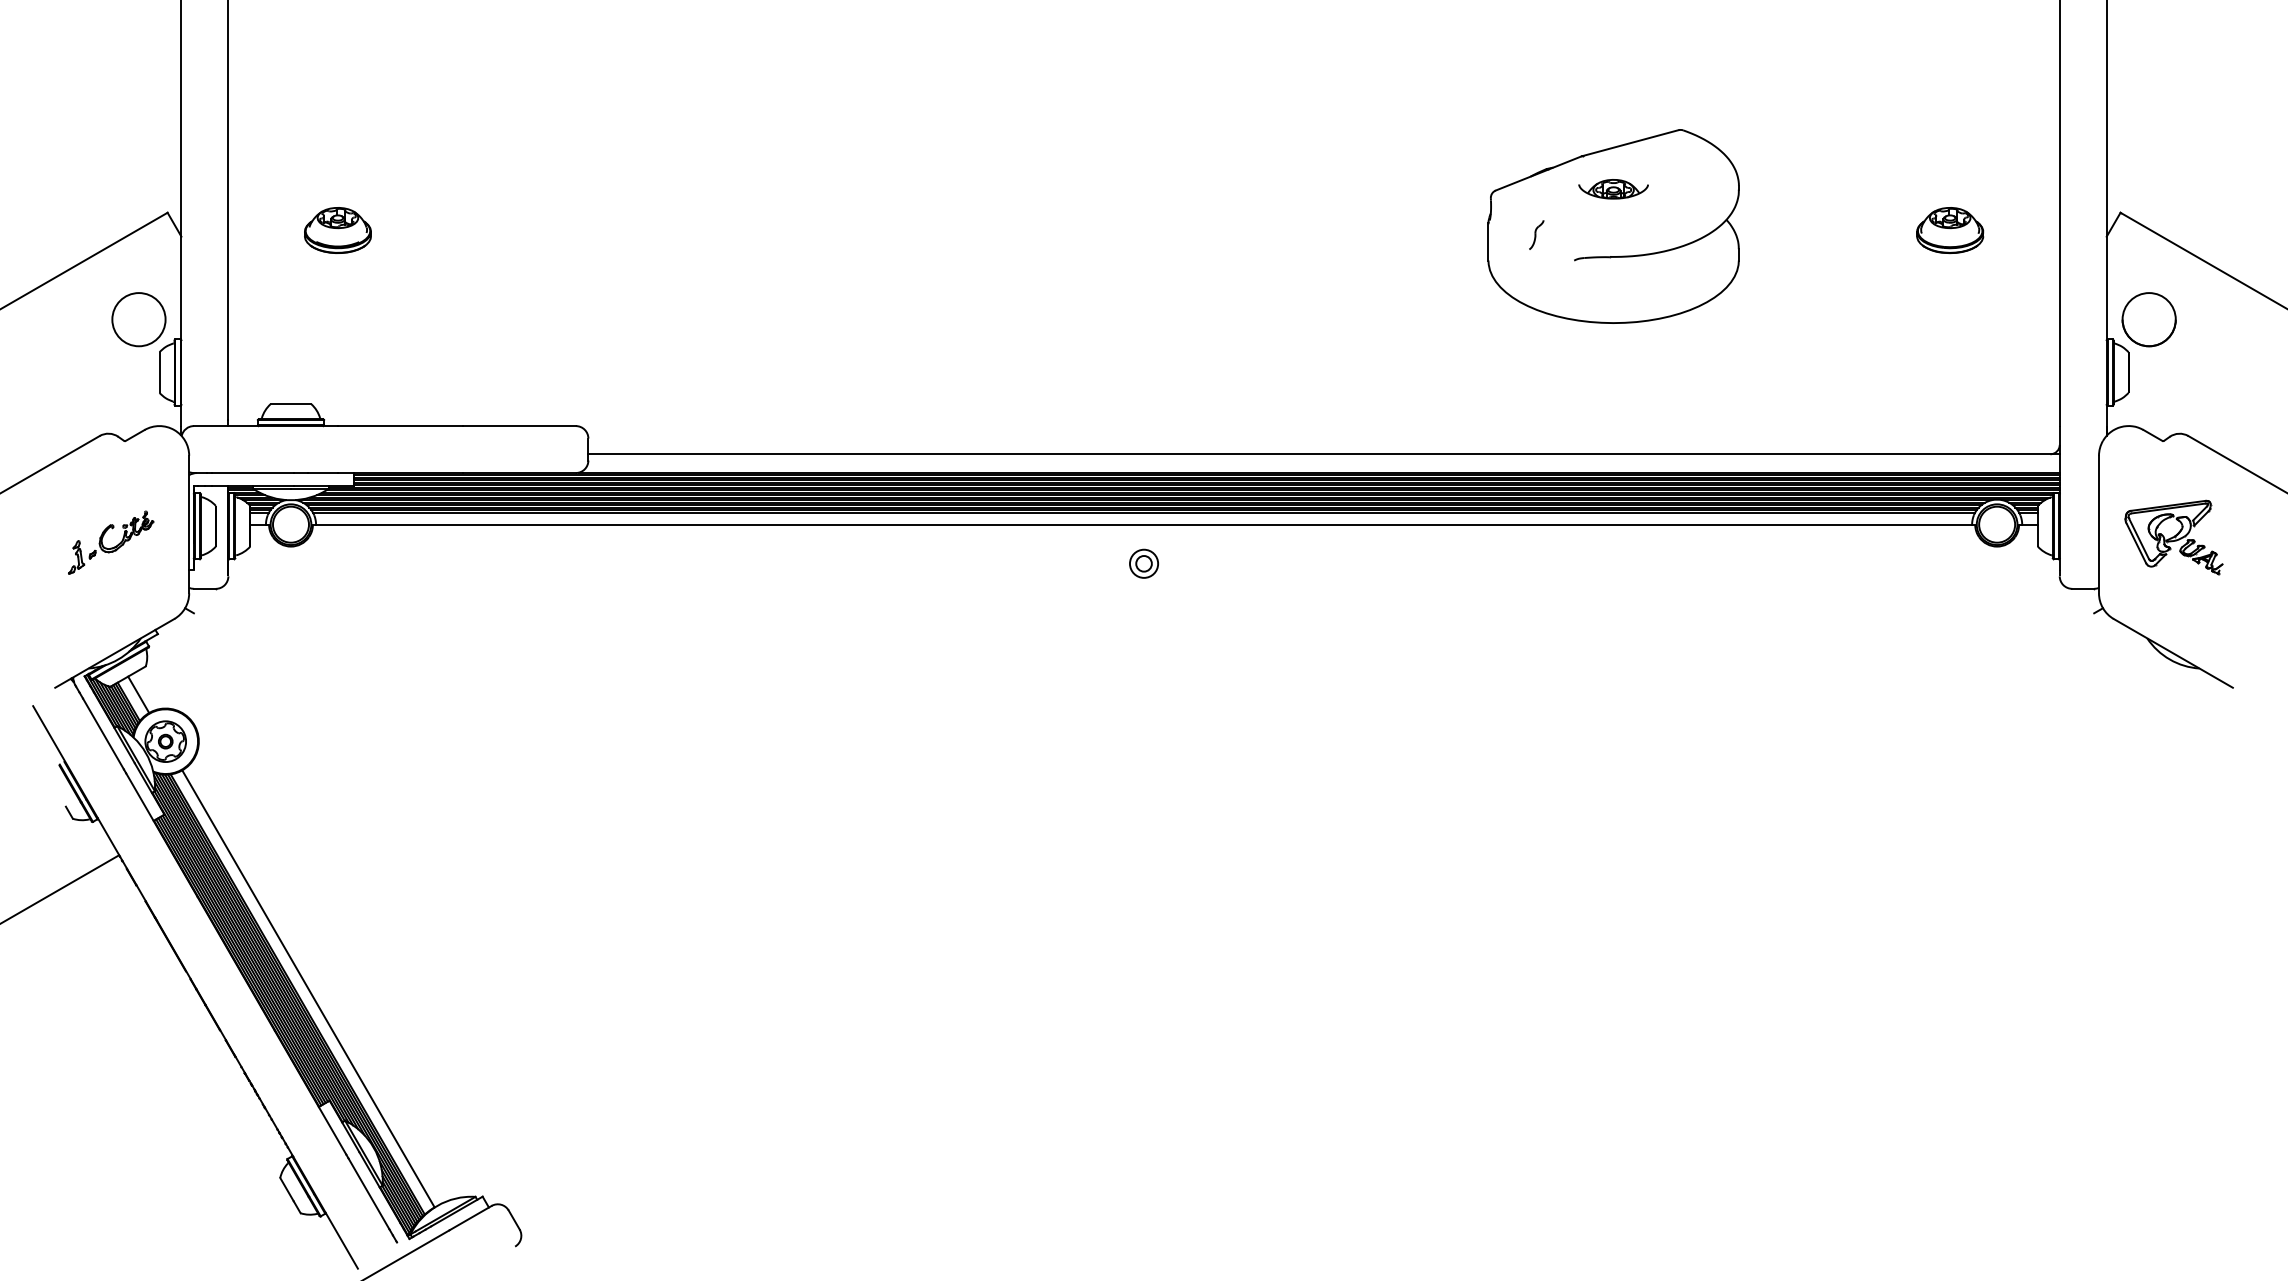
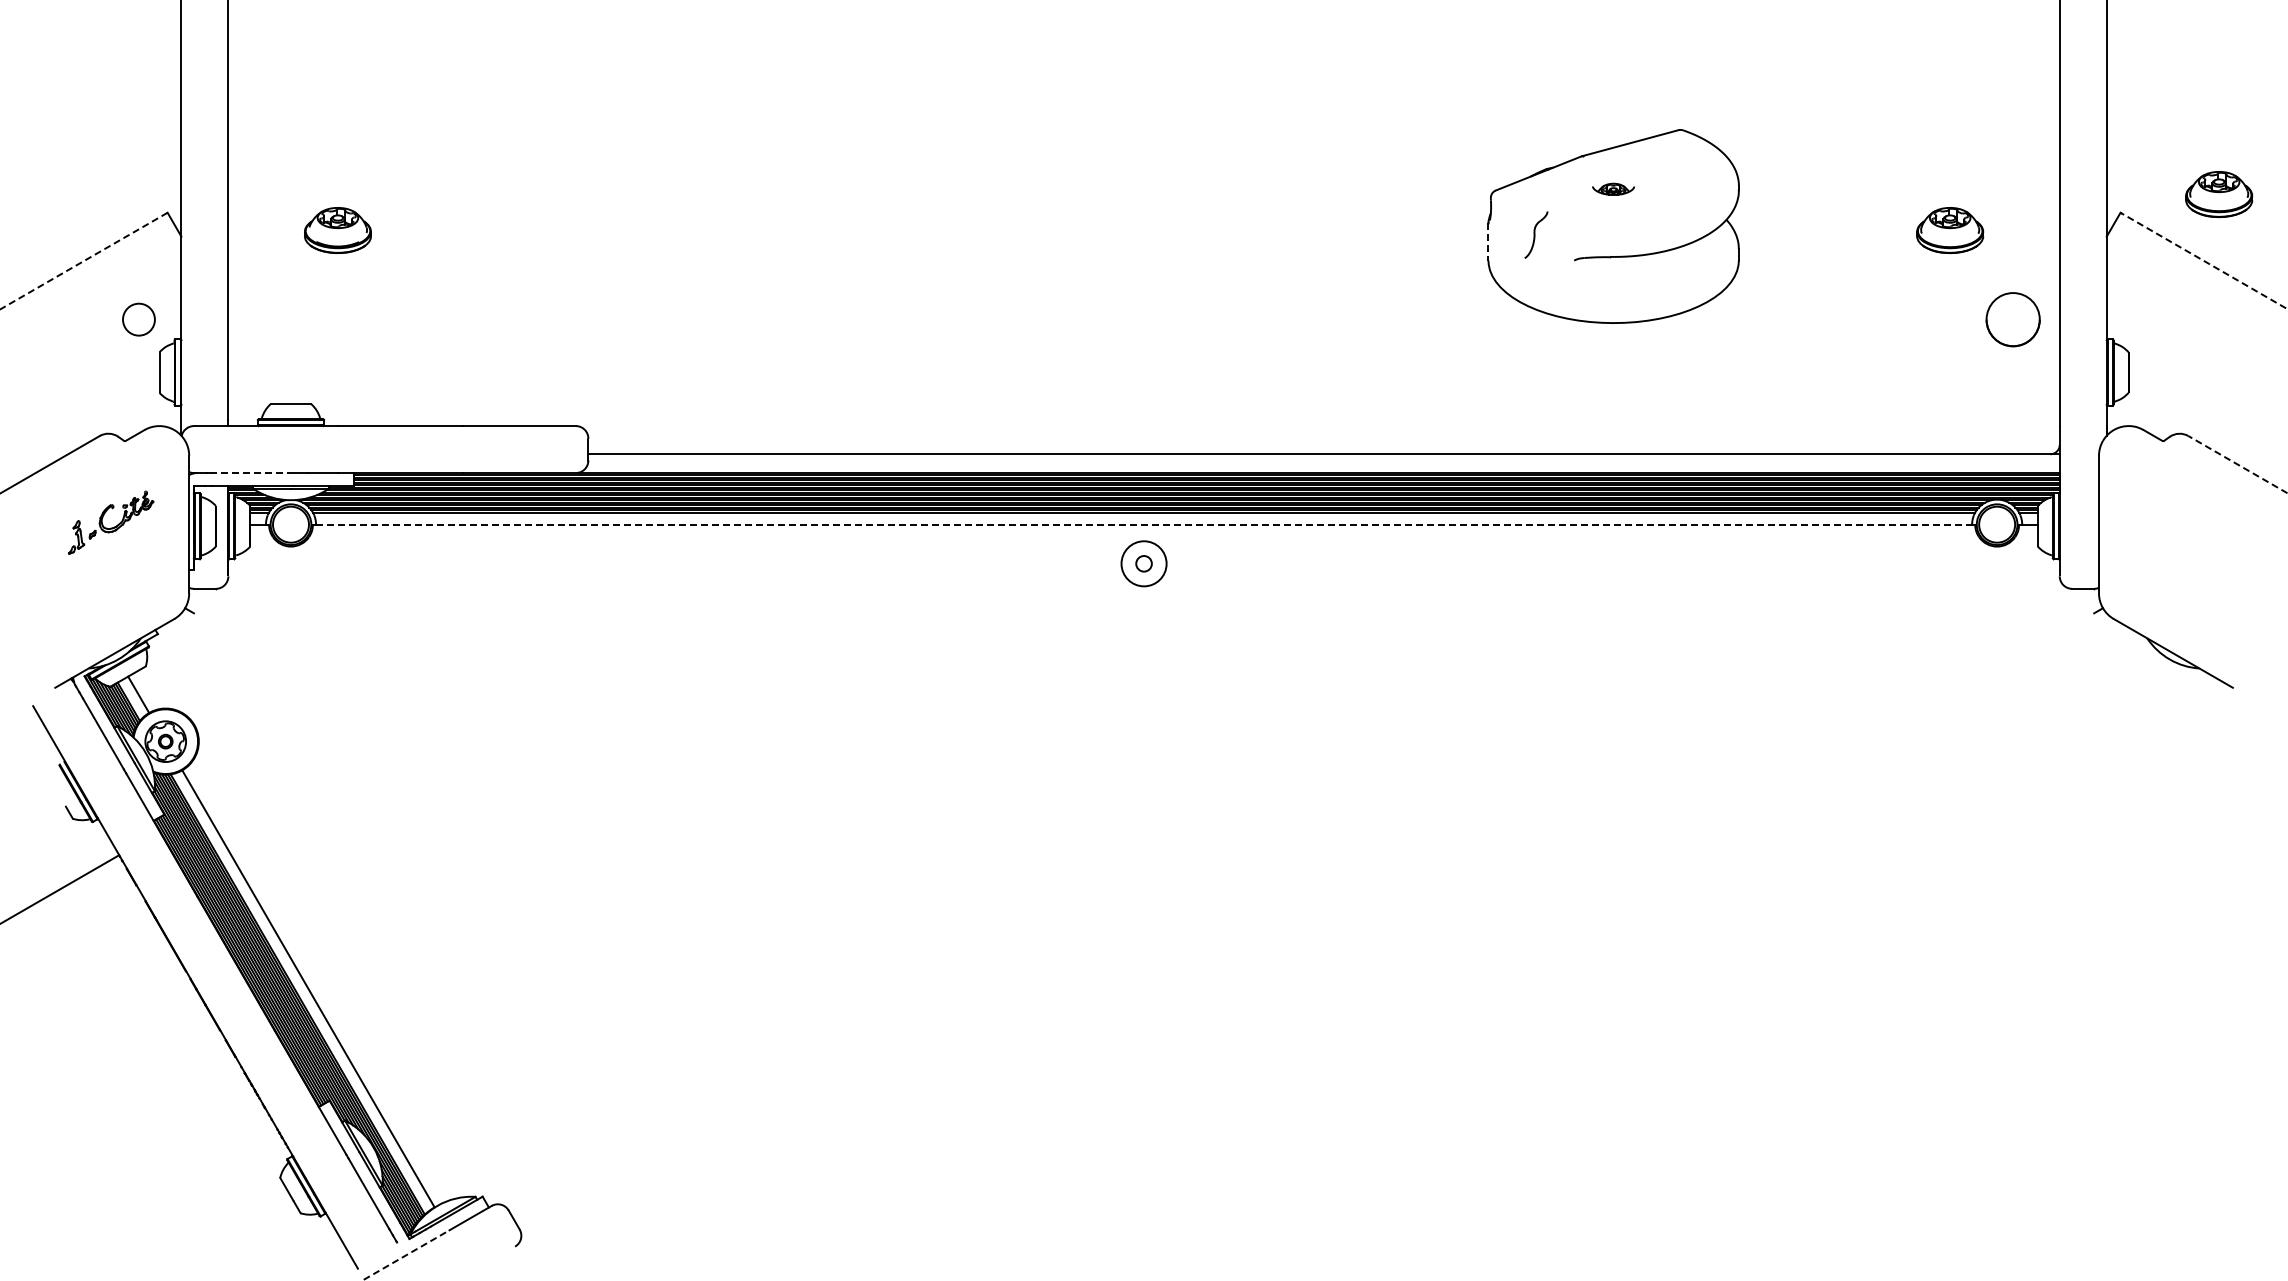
part at (1613, 189) size: 71x21 px -> 43x14 px
part at (2219, 194): none -> present
part at (1536, 234) size: 16x30 px -> 25x48 px
line at (1488, 241): solid -> dashed
line at (2203, 260): solid -> dashed
line at (83, 261): solid -> dashed
circle at (138, 319) diameter: 53 px -> 32 px
circle at (2148, 319) position: (2148, 319) -> (2012, 319)
line at (2237, 464): solid -> dashed
line at (253, 473): solid -> dashed
line at (1144, 524): solid -> dashed
part at (2173, 537): present -> none
part at (111, 542) position: (111, 542) -> (111, 522)
circle at (1143, 563) diameter: 28 px -> 45 px
line at (406, 1255): solid -> dashed
